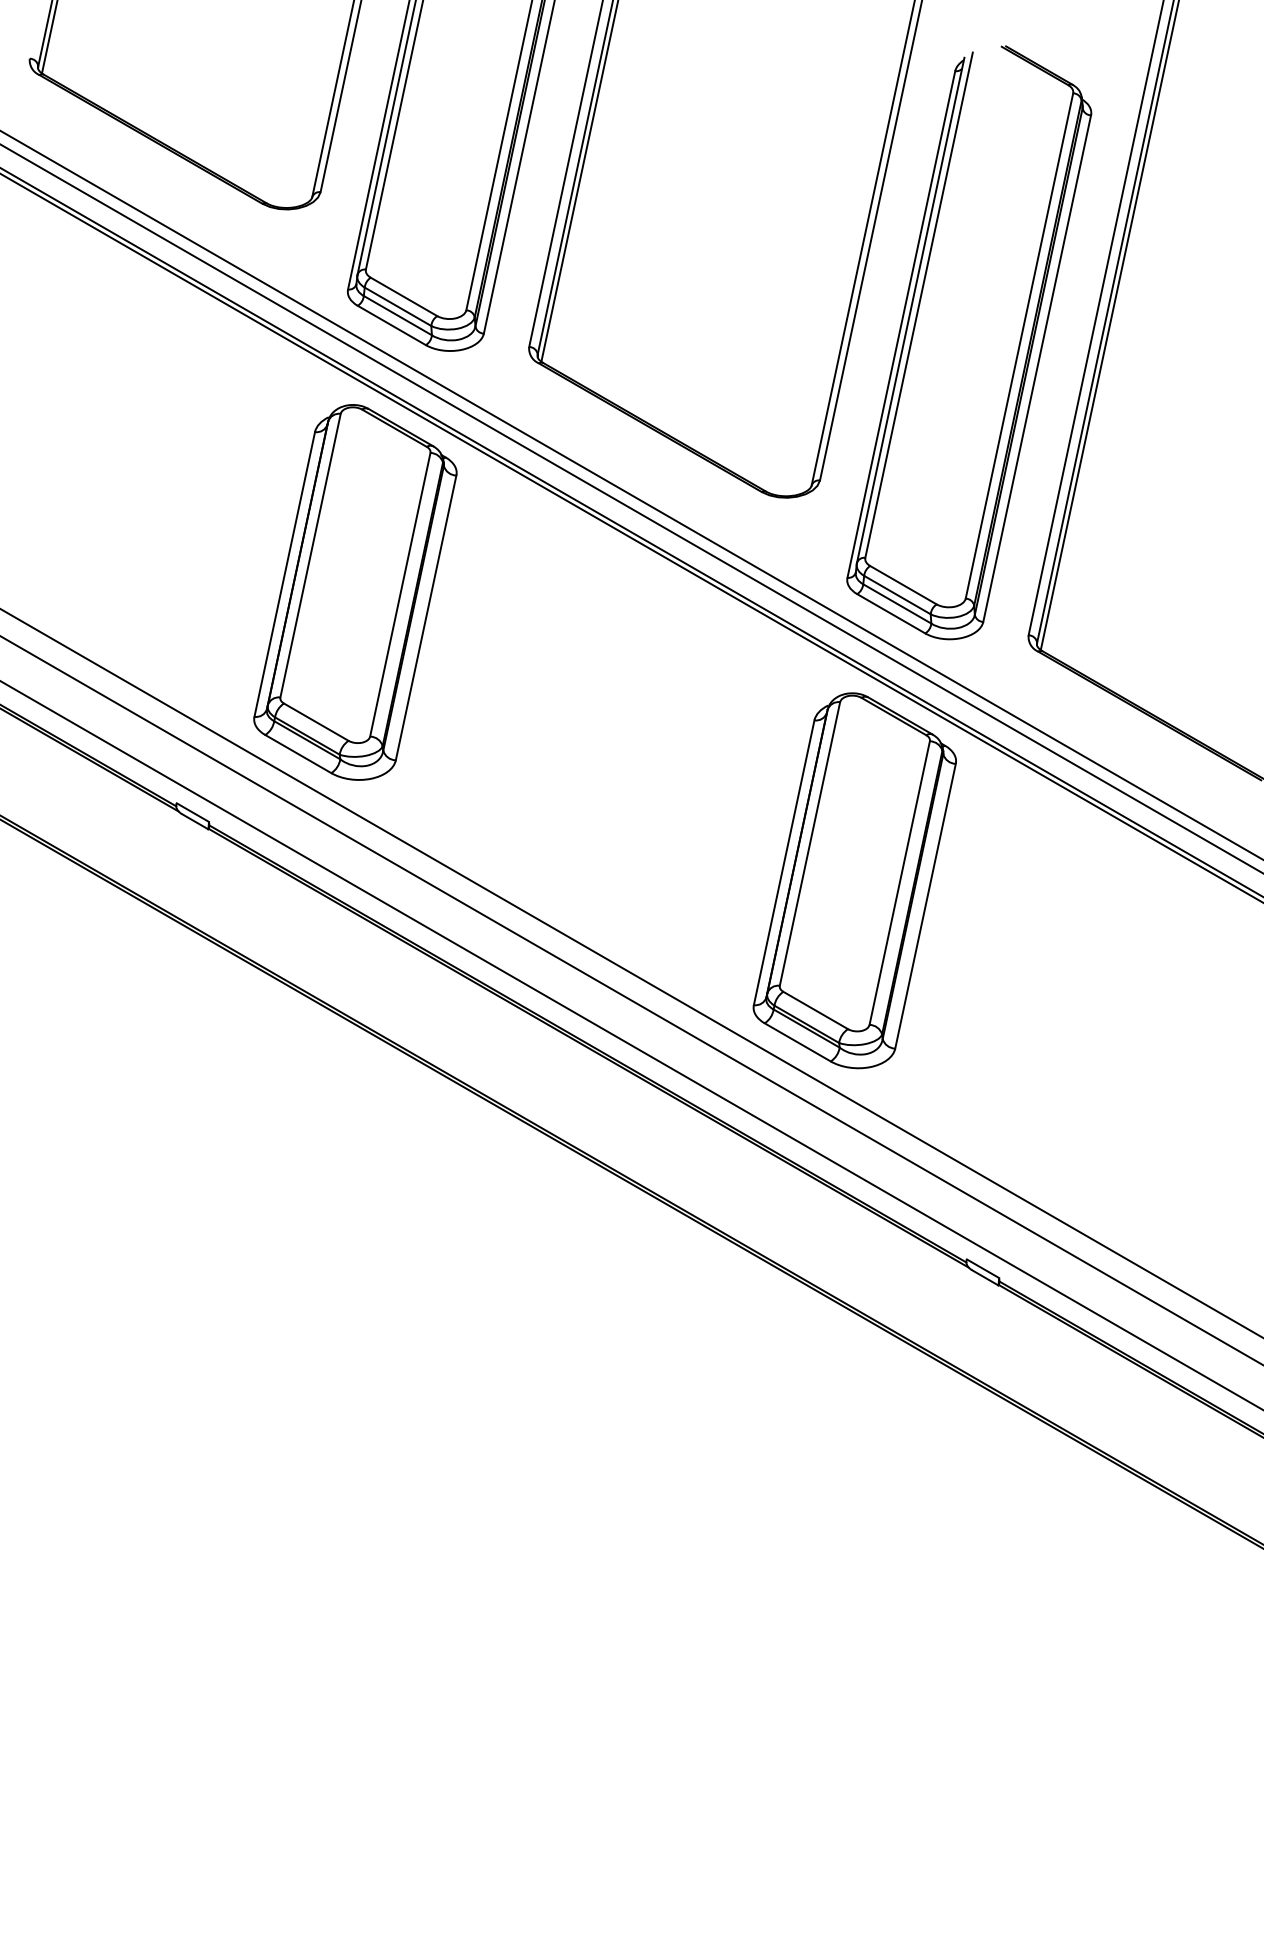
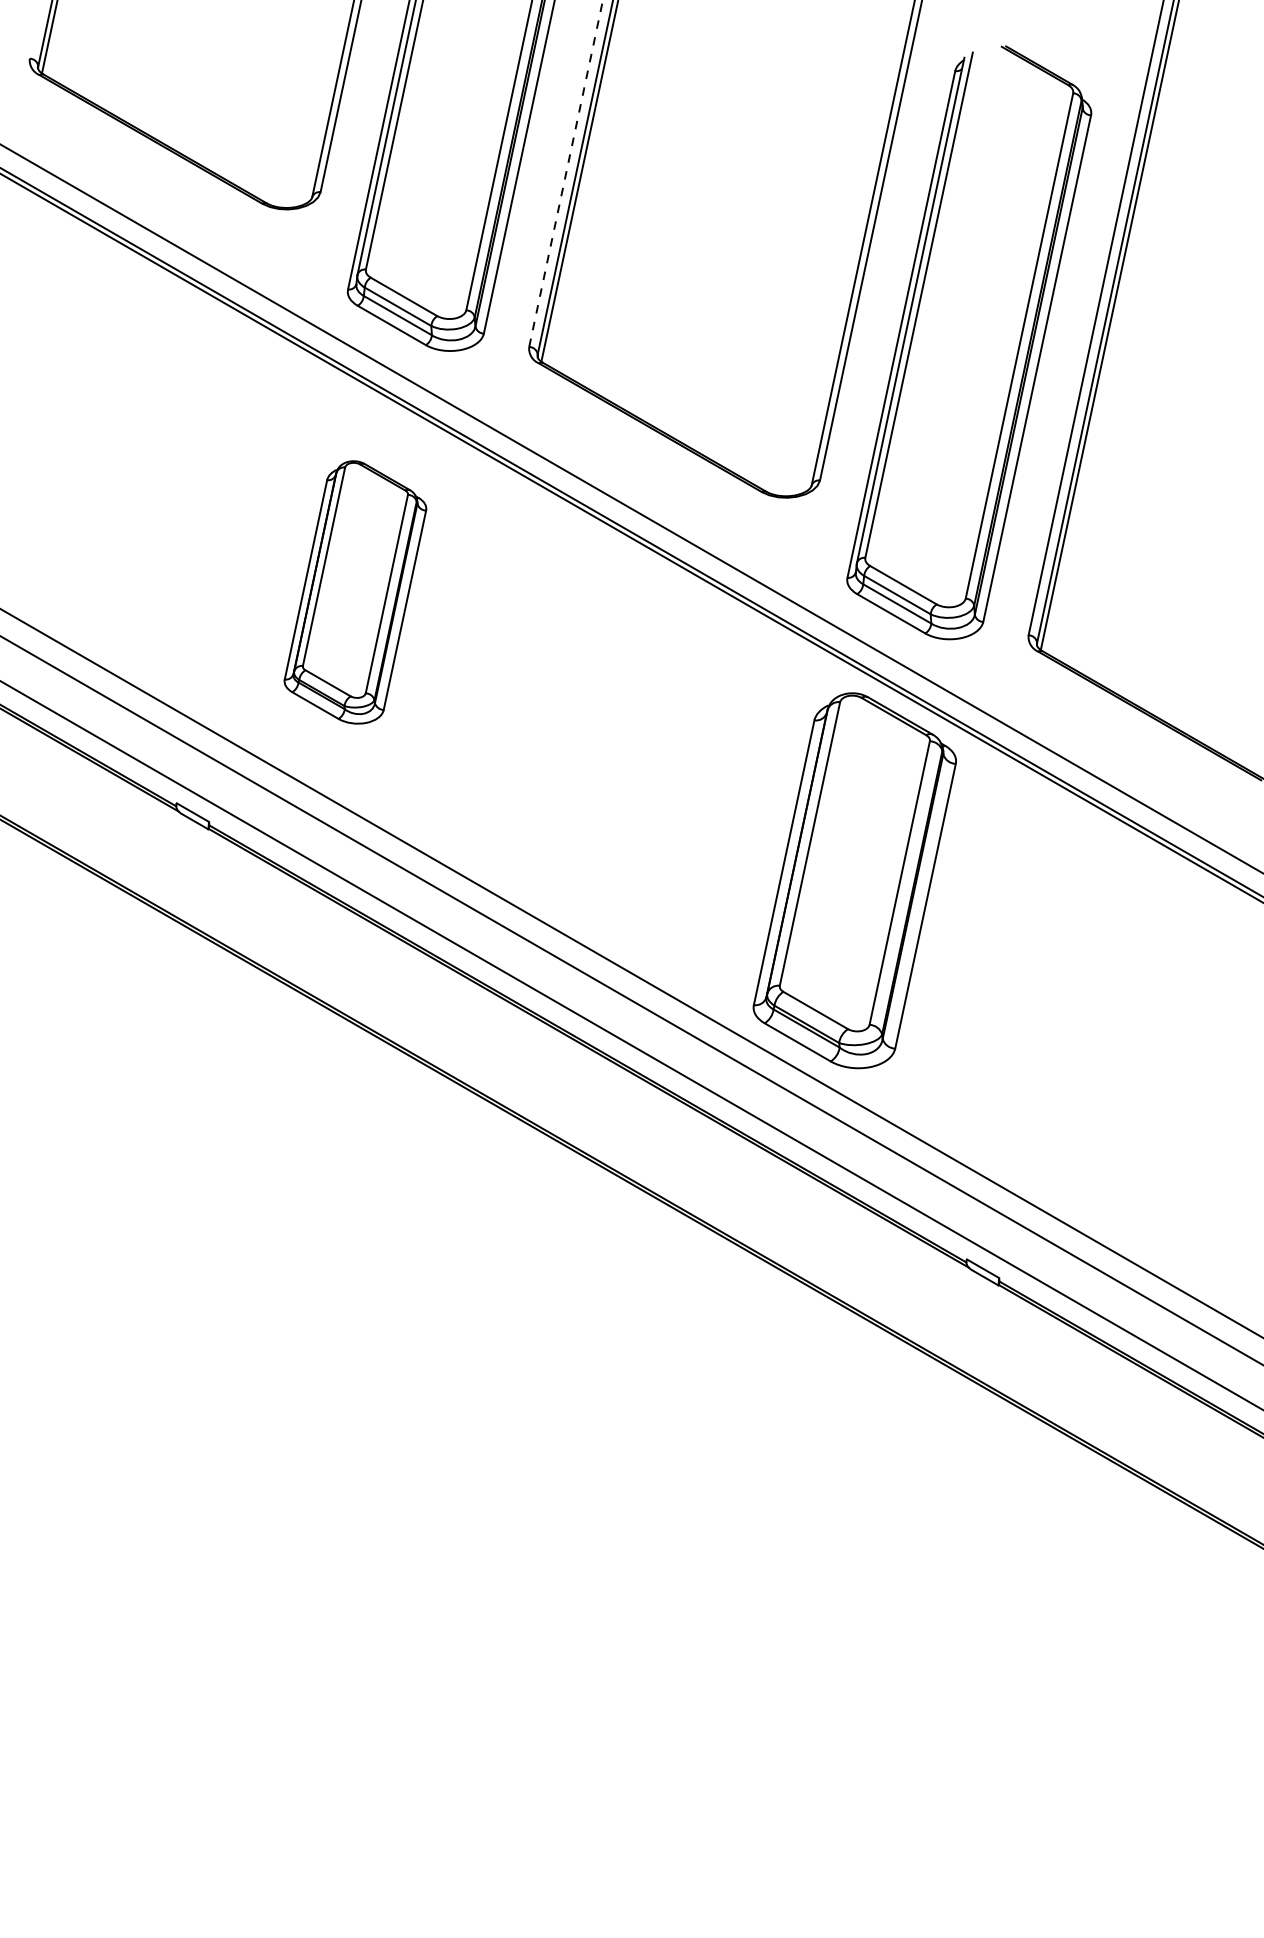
line at (566, 173): solid -> dashed
line at (631, 494): present -> none
part at (355, 592) size: 205x377 px -> 145x265 px
